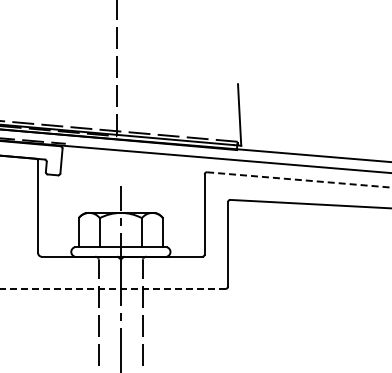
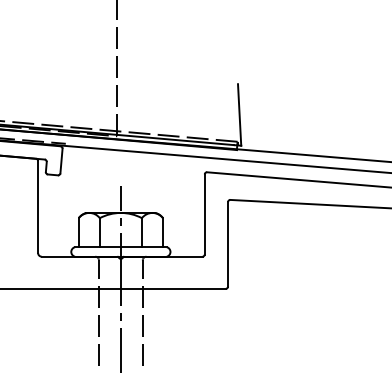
line at (299, 179): dashed -> solid
line at (112, 288): dashed -> solid
